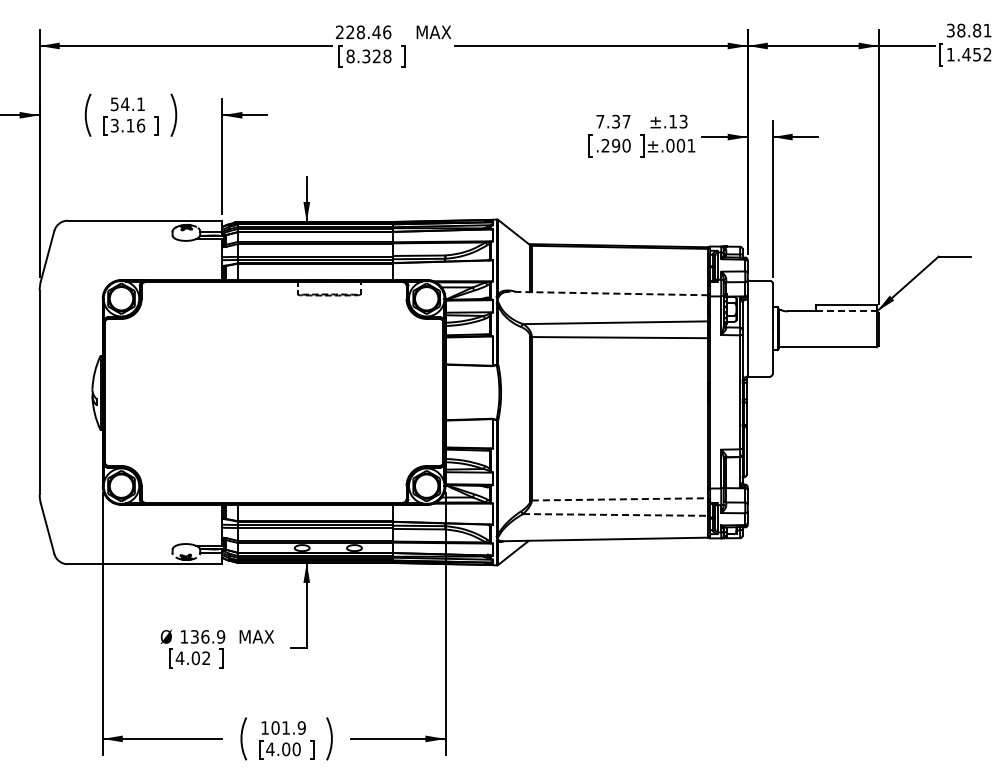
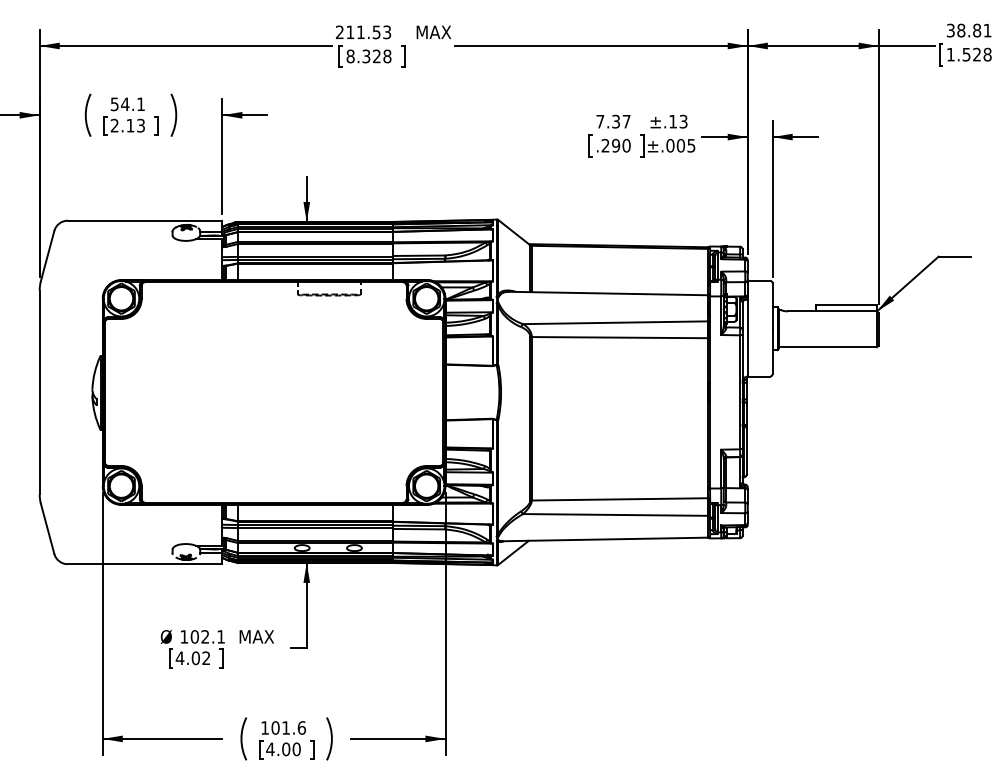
text at (368, 32): 228.46 -> 211.53
text at (976, 54): 1.452 -> 1.528
text at (127, 125): 3.16 -> 2.13
text at (691, 145): ±.001 -> ±.005
line at (608, 293): dashed -> solid
line at (847, 311): dashed -> solid
line at (620, 499): dashed -> solid
line at (615, 514): dashed -> solid
text at (207, 636): 136.9 -> 102.1
text at (301, 727): 101.9 -> 101.6
